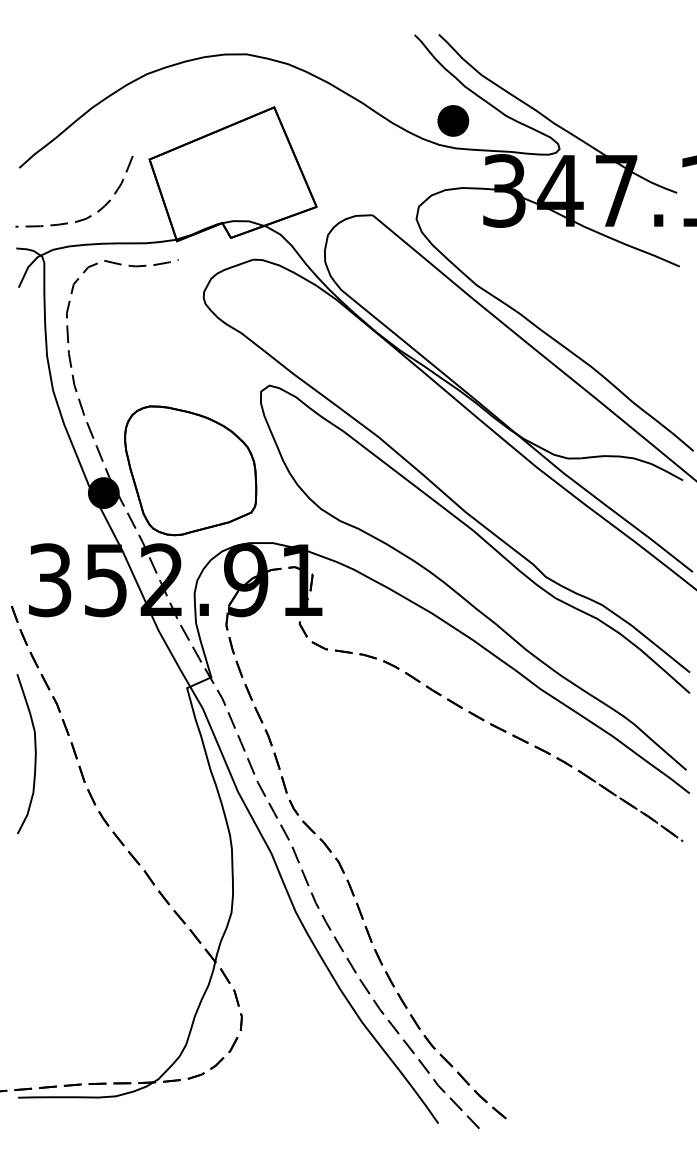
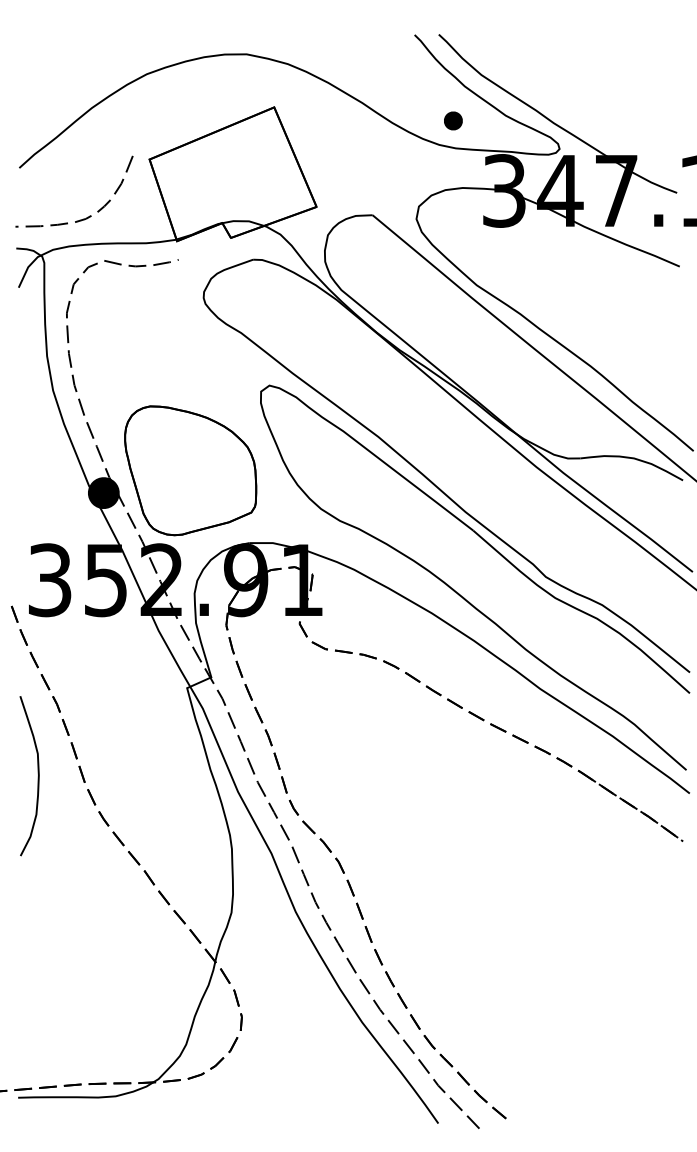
part at (453, 120) size: 33x32 px -> 19x20 px
curve at (34, 754) position: (34, 754) -> (37, 776)
